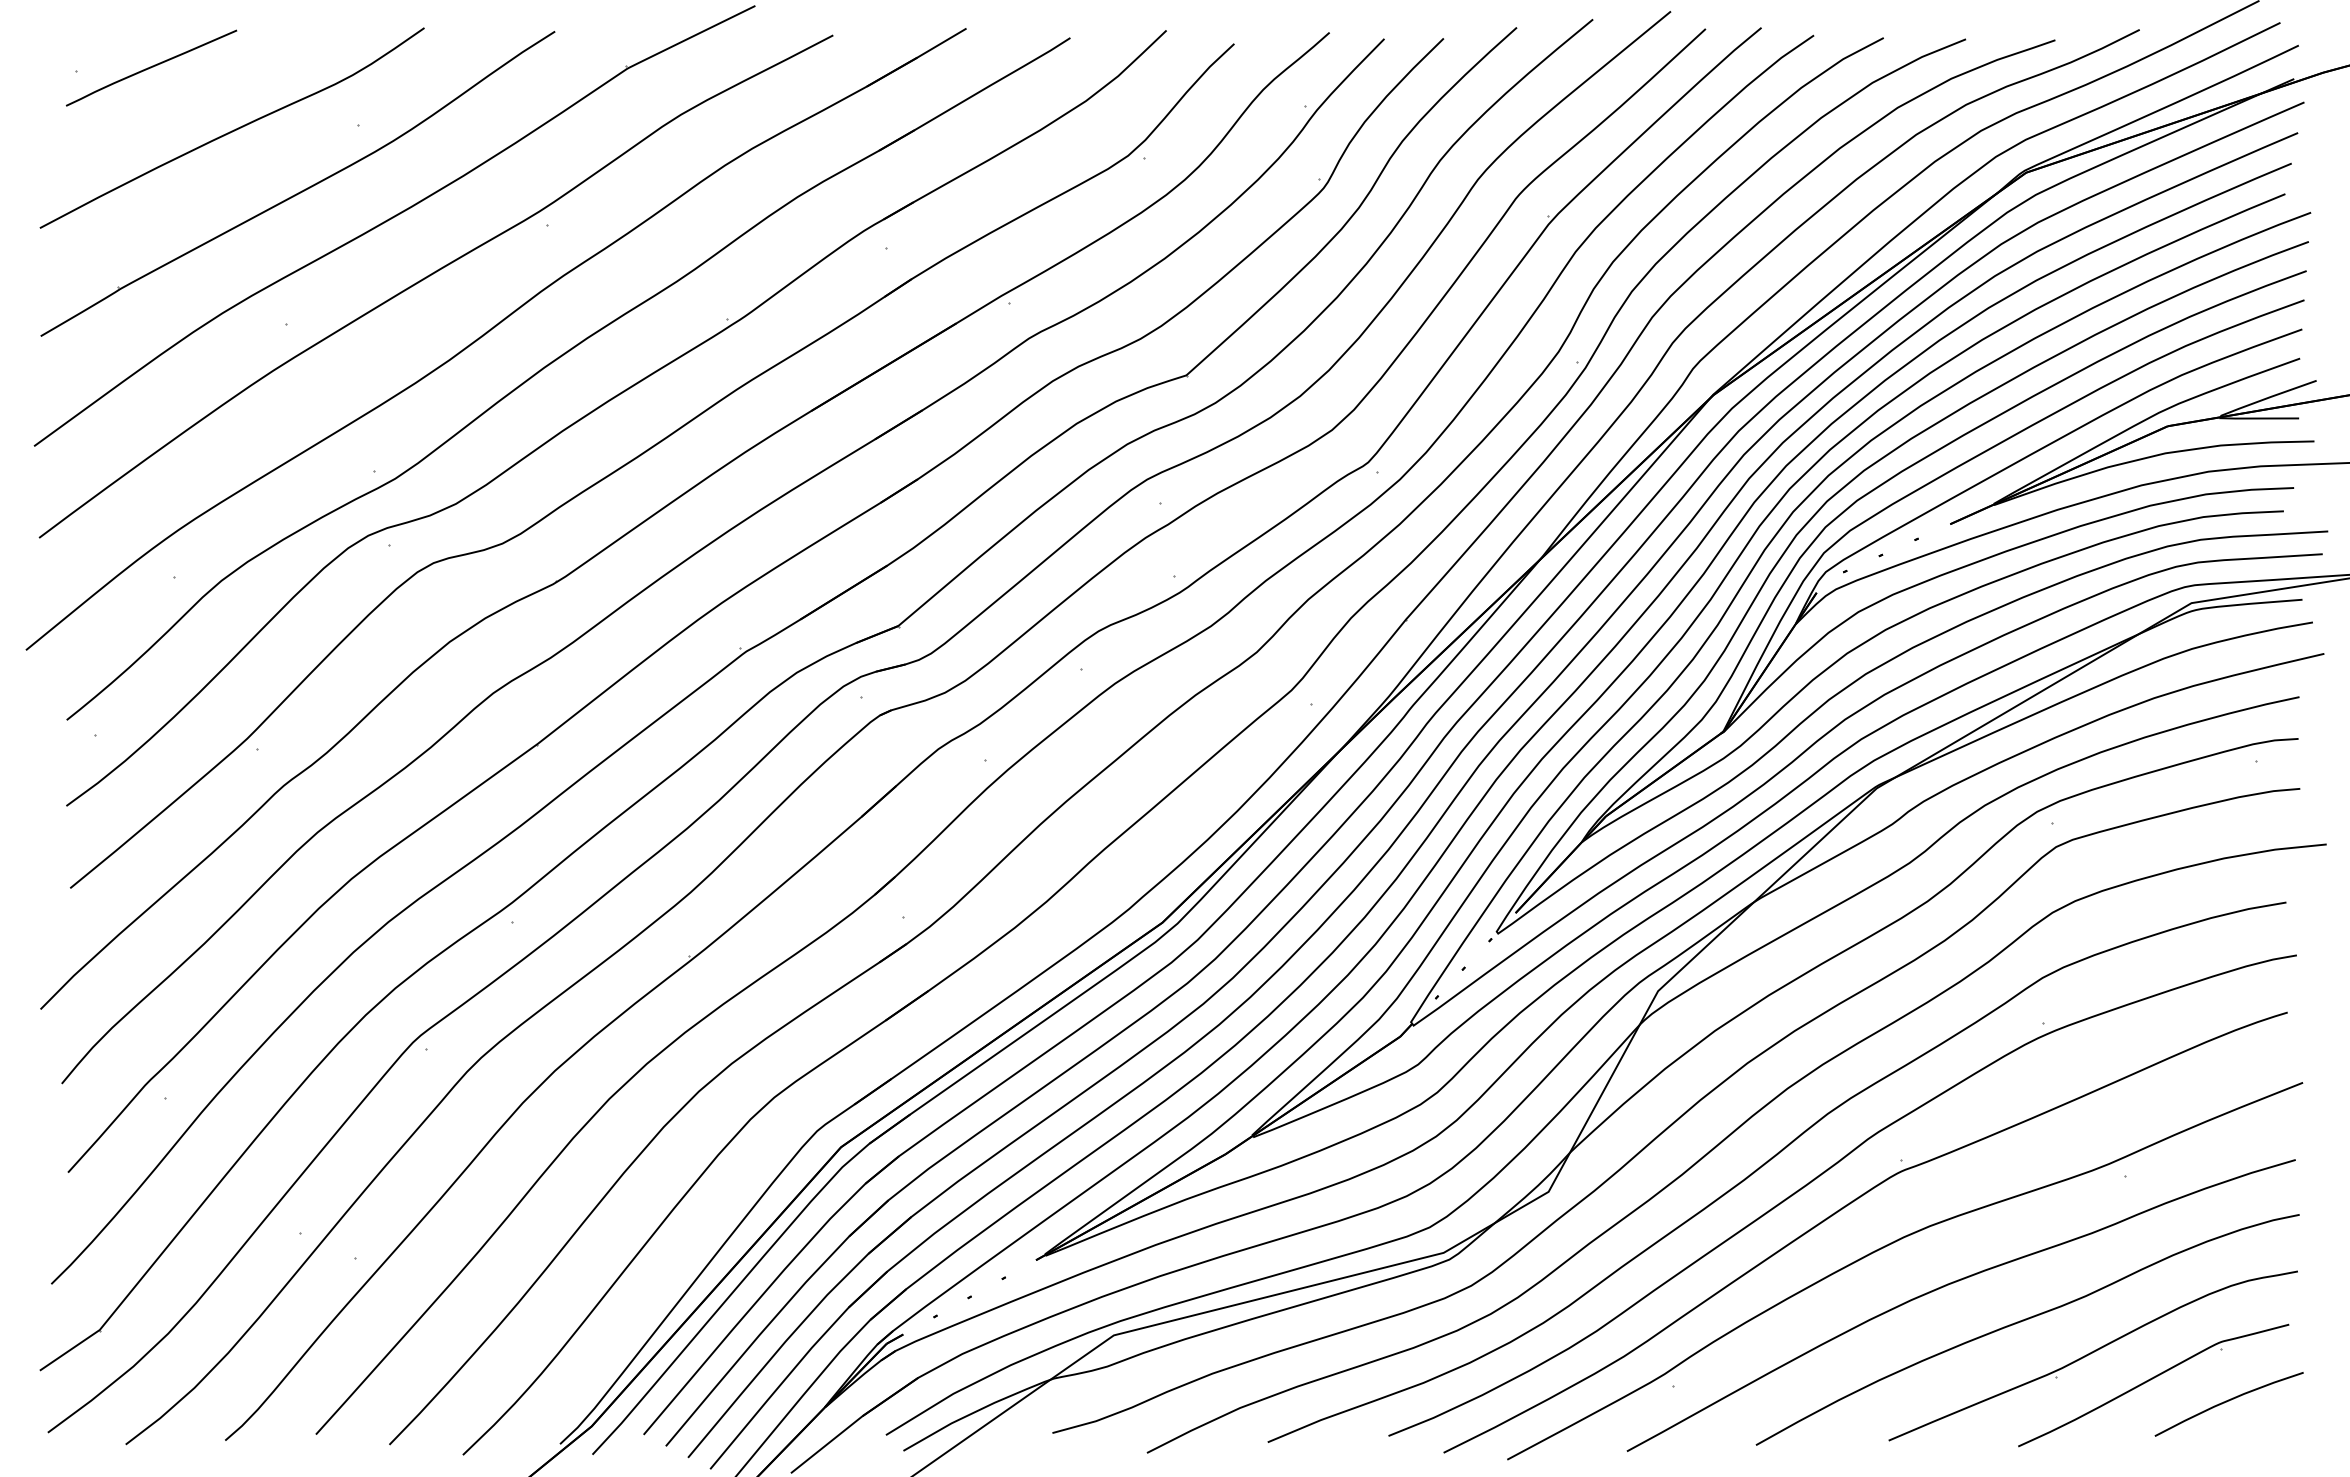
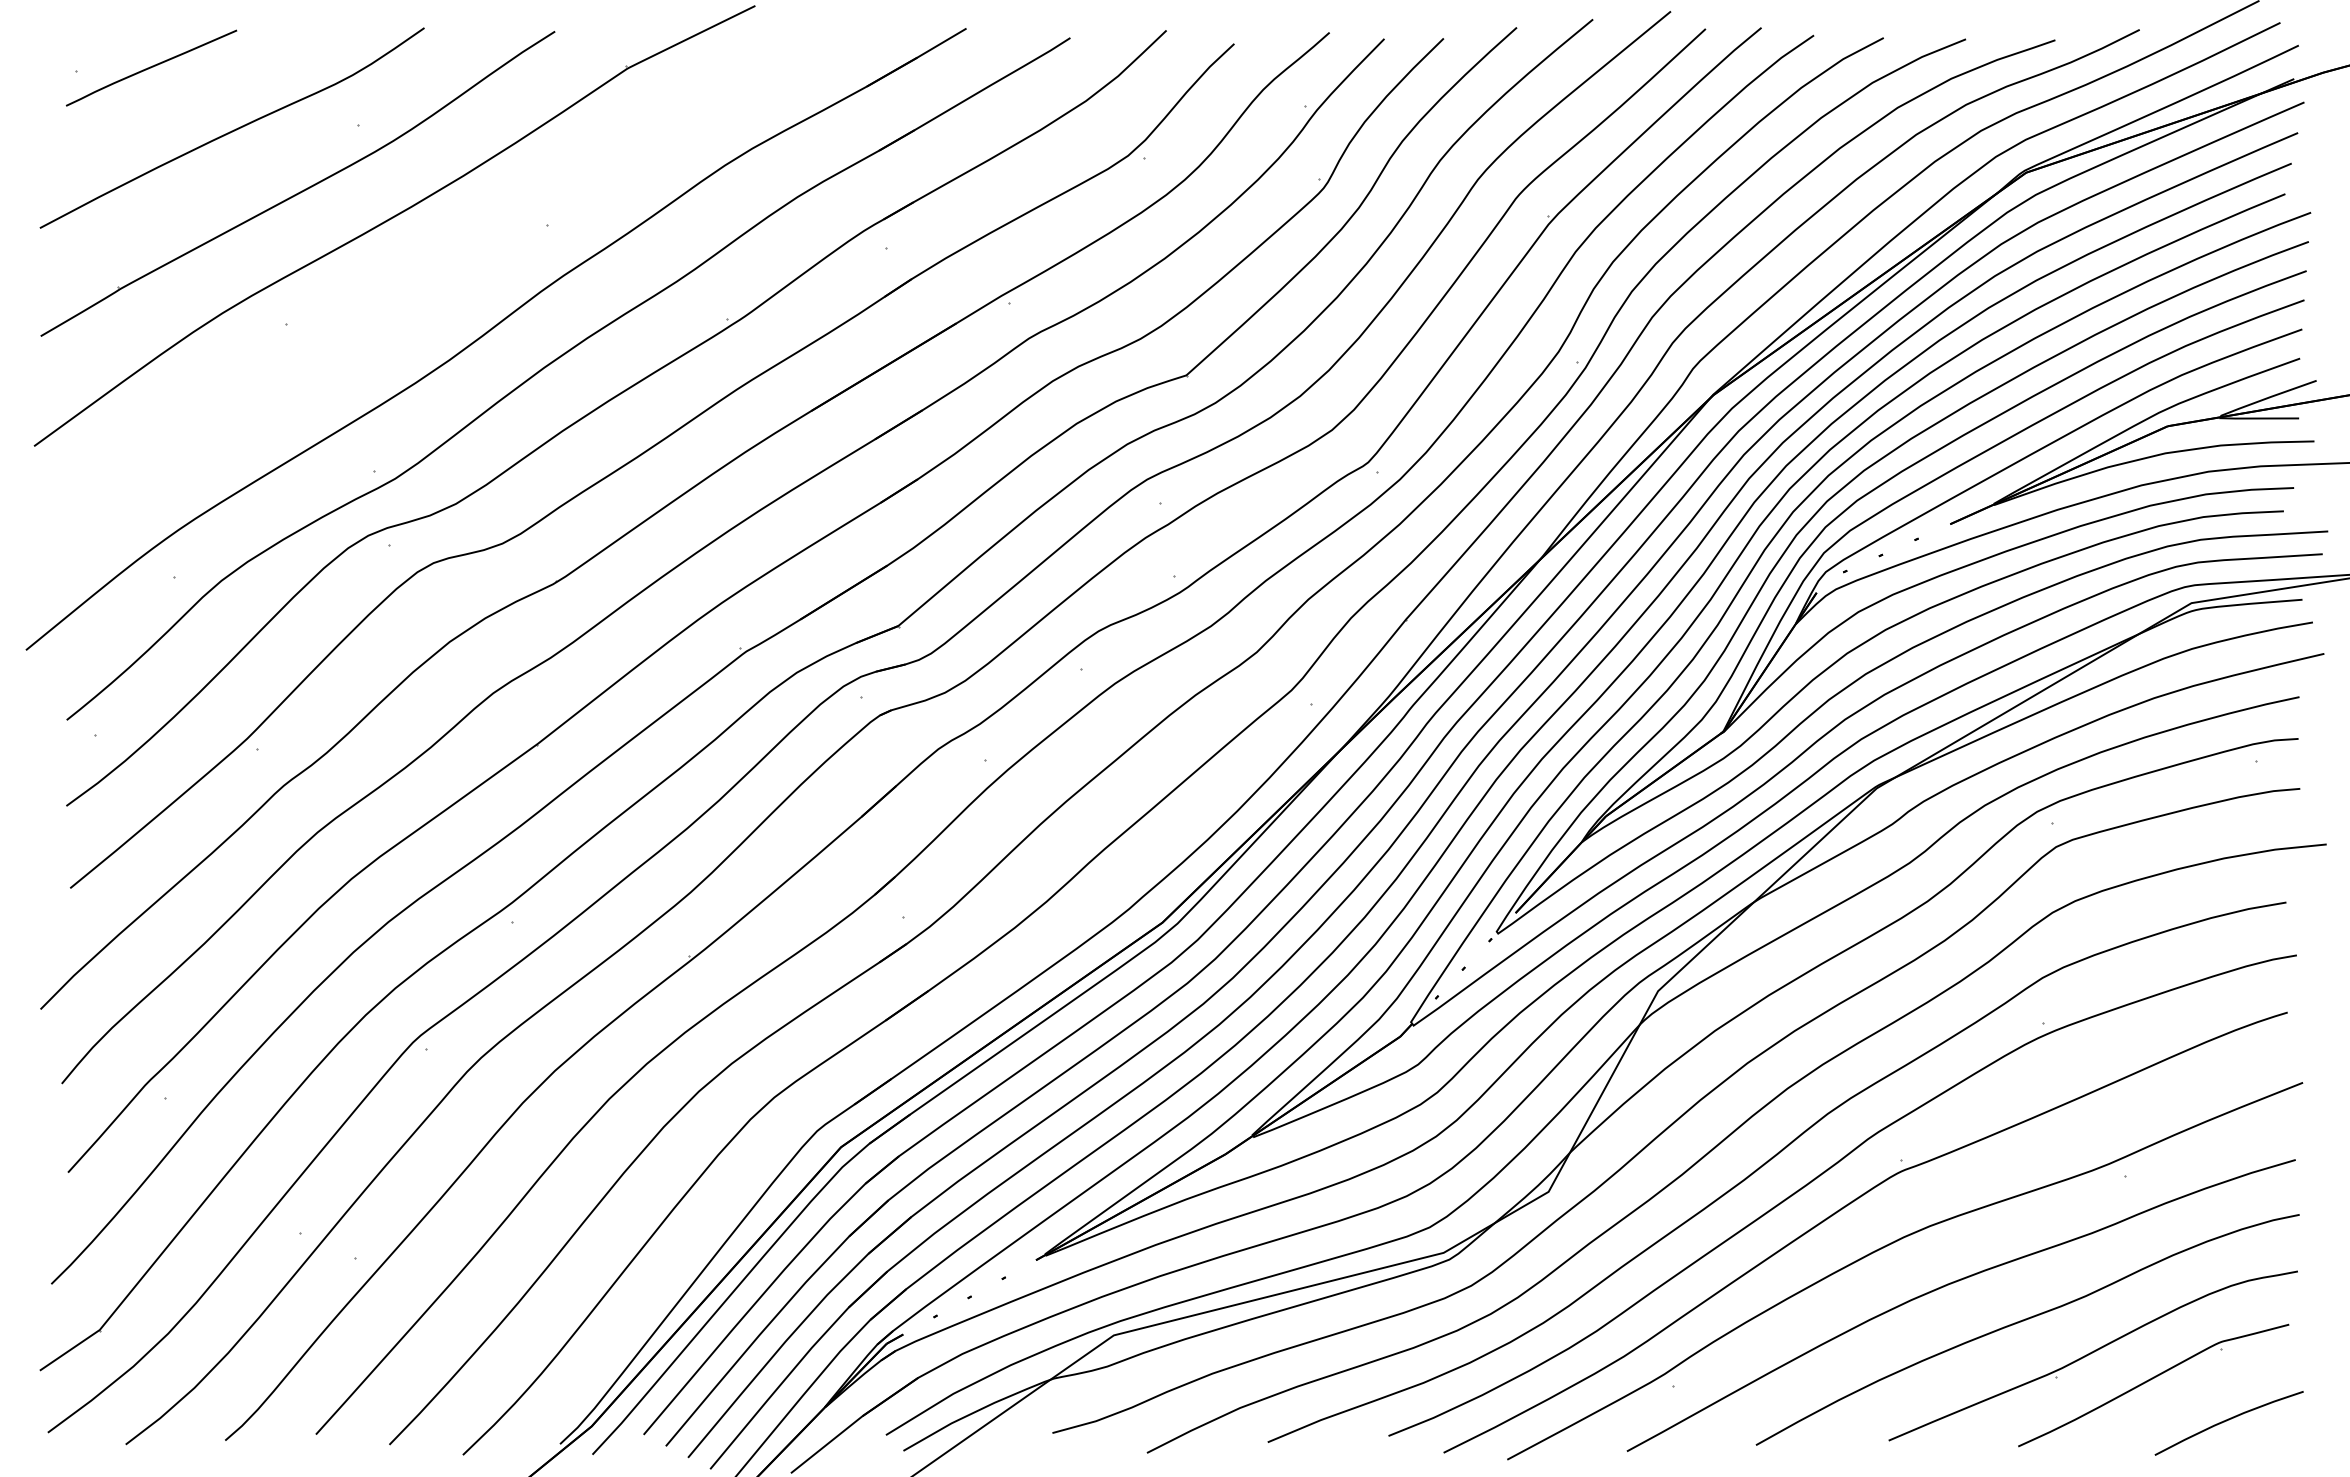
curve at (430, 276): present -> none
curve at (2226, 1402) position: (2226, 1402) -> (2226, 1421)
